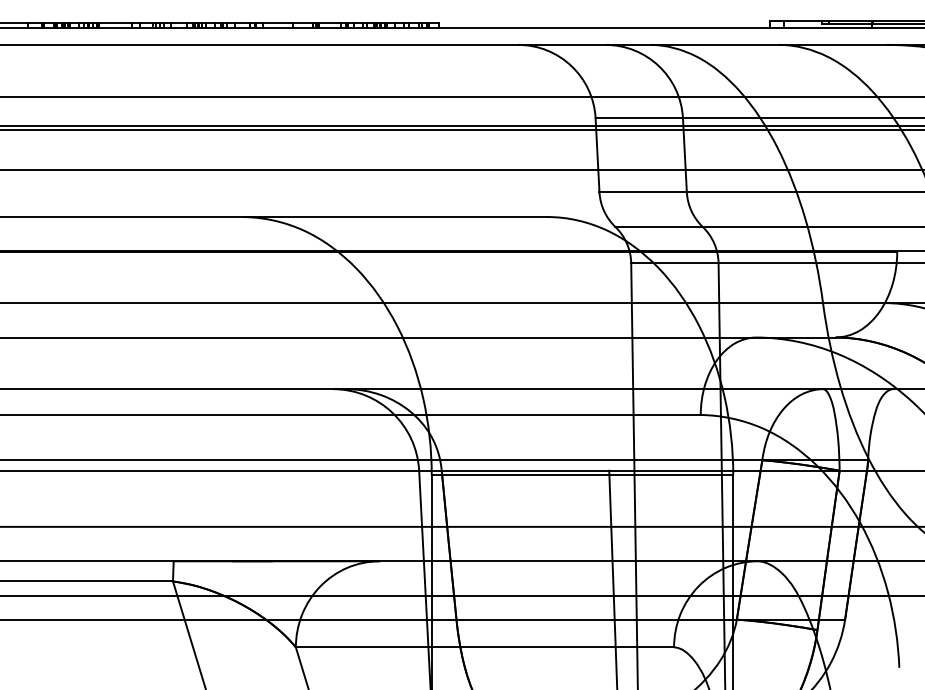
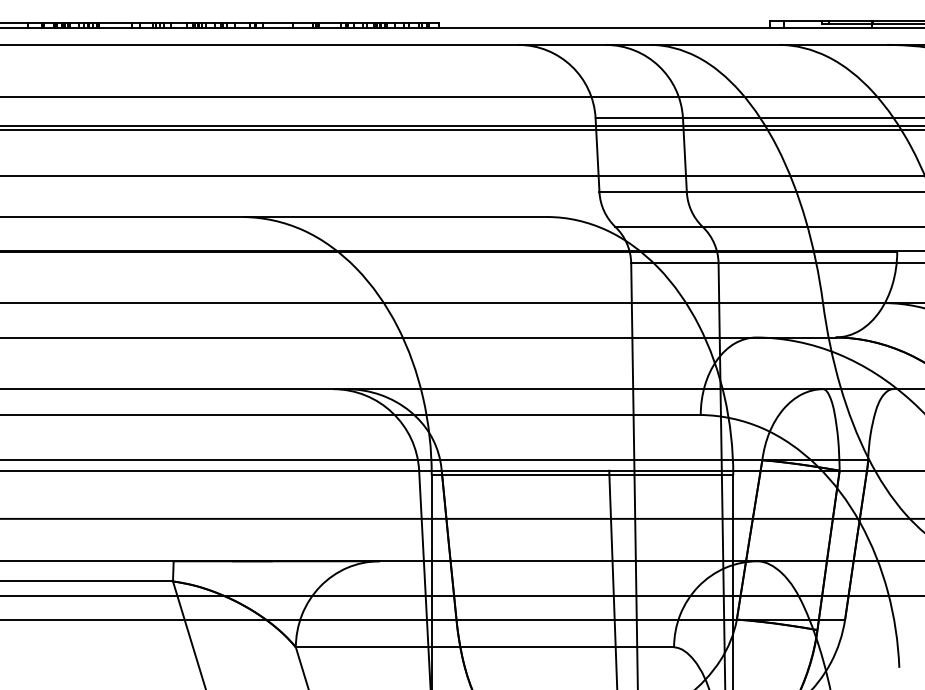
line at (461, 169) position: (461, 169) -> (461, 175)
line at (461, 526) position: (461, 526) -> (461, 518)
